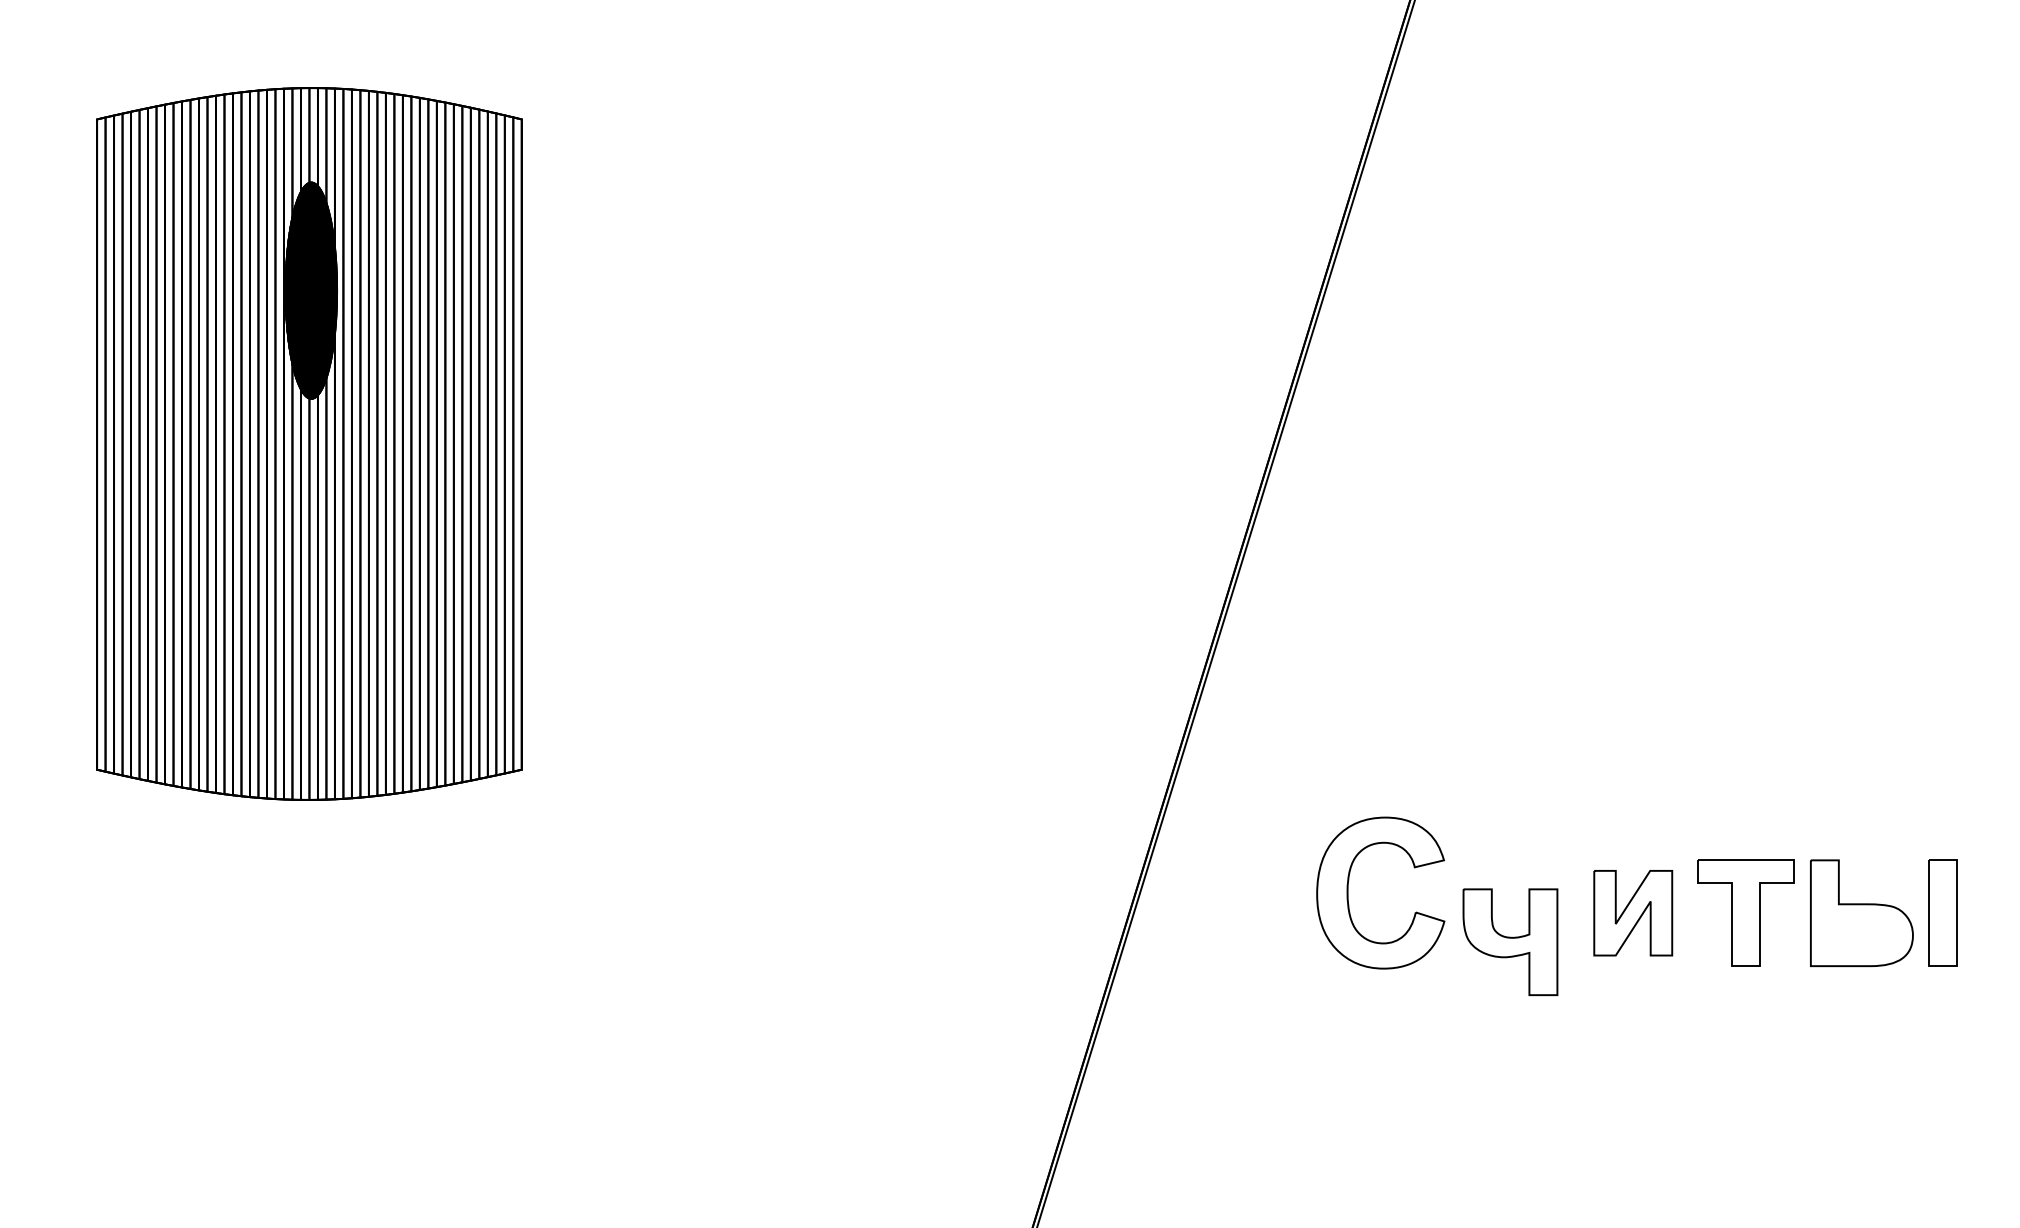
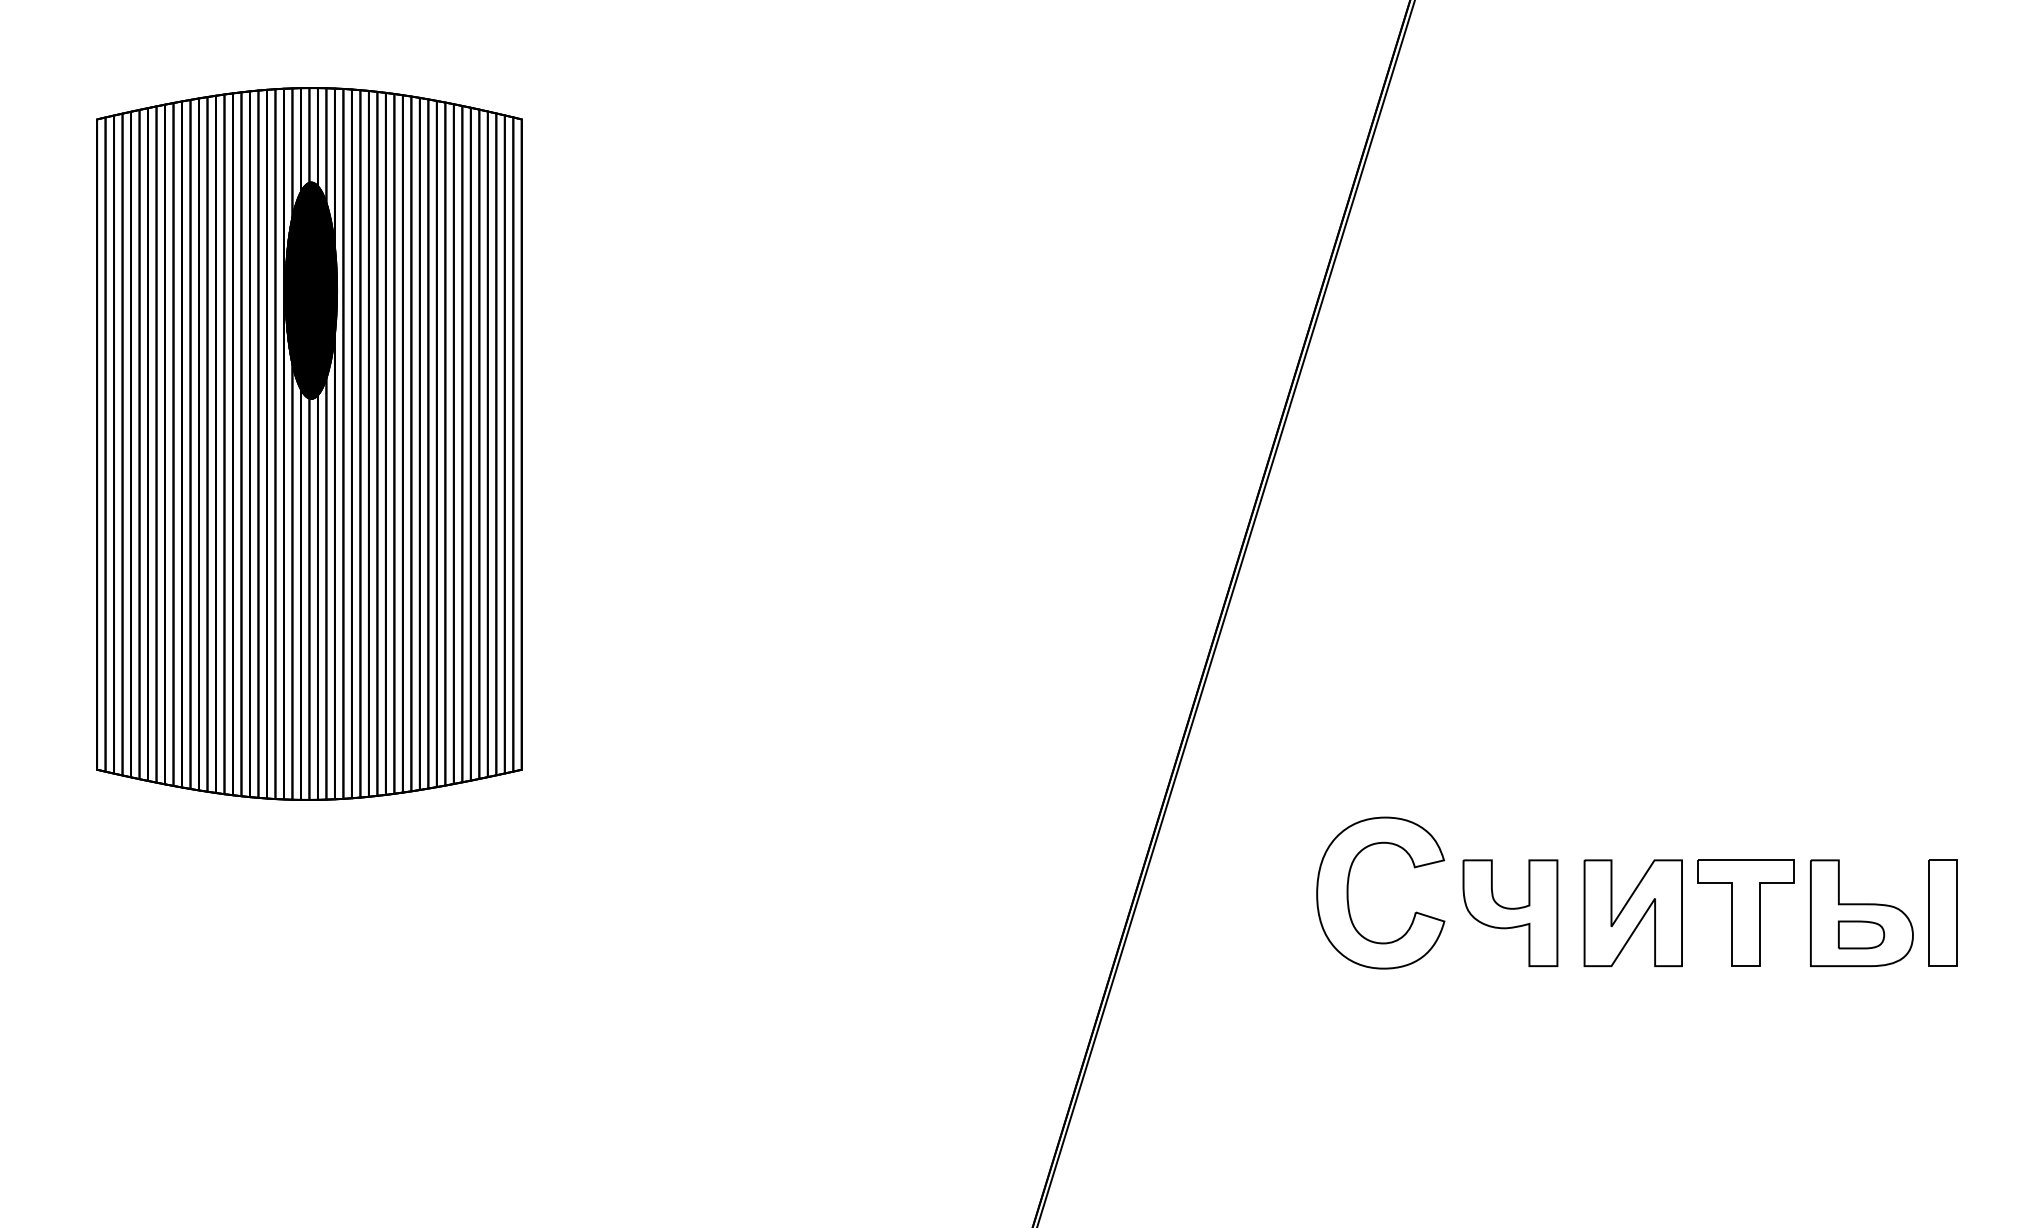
part at (1633, 913) size: 81x87 px -> 100x108 px
part at (1861, 934): none -> present
part at (1510, 941) position: (1510, 941) -> (1510, 912)
